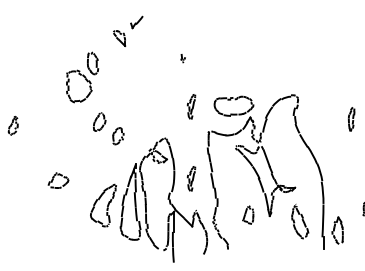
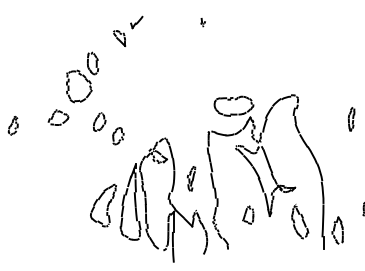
part at (182, 58) position: (182, 58) -> (202, 22)
part at (191, 106): present -> none
part at (58, 180) position: (58, 180) -> (58, 117)
